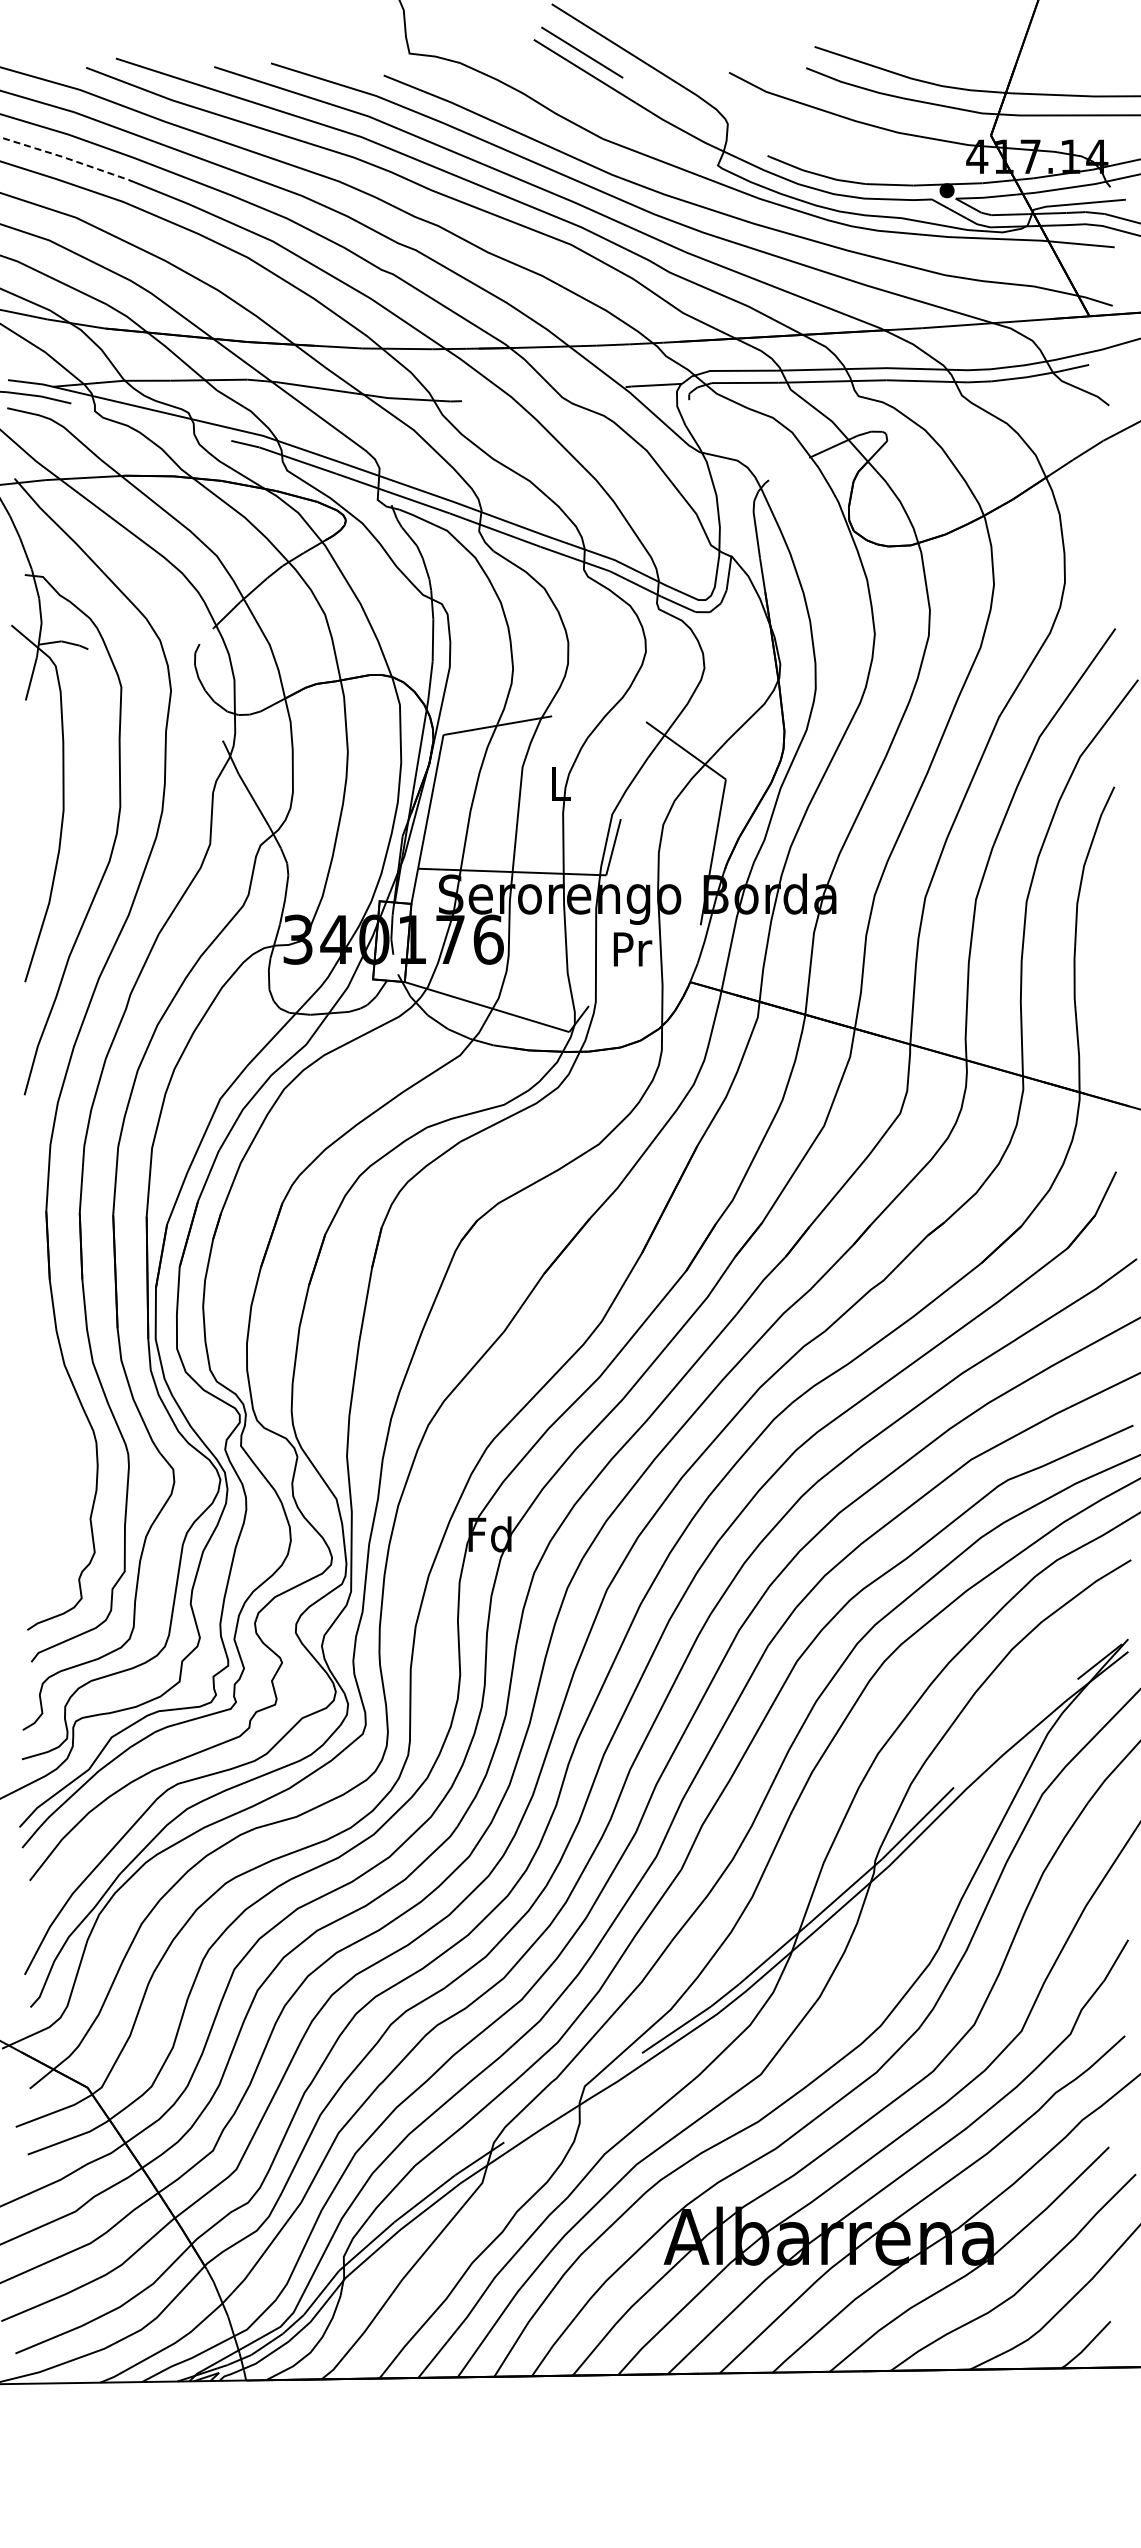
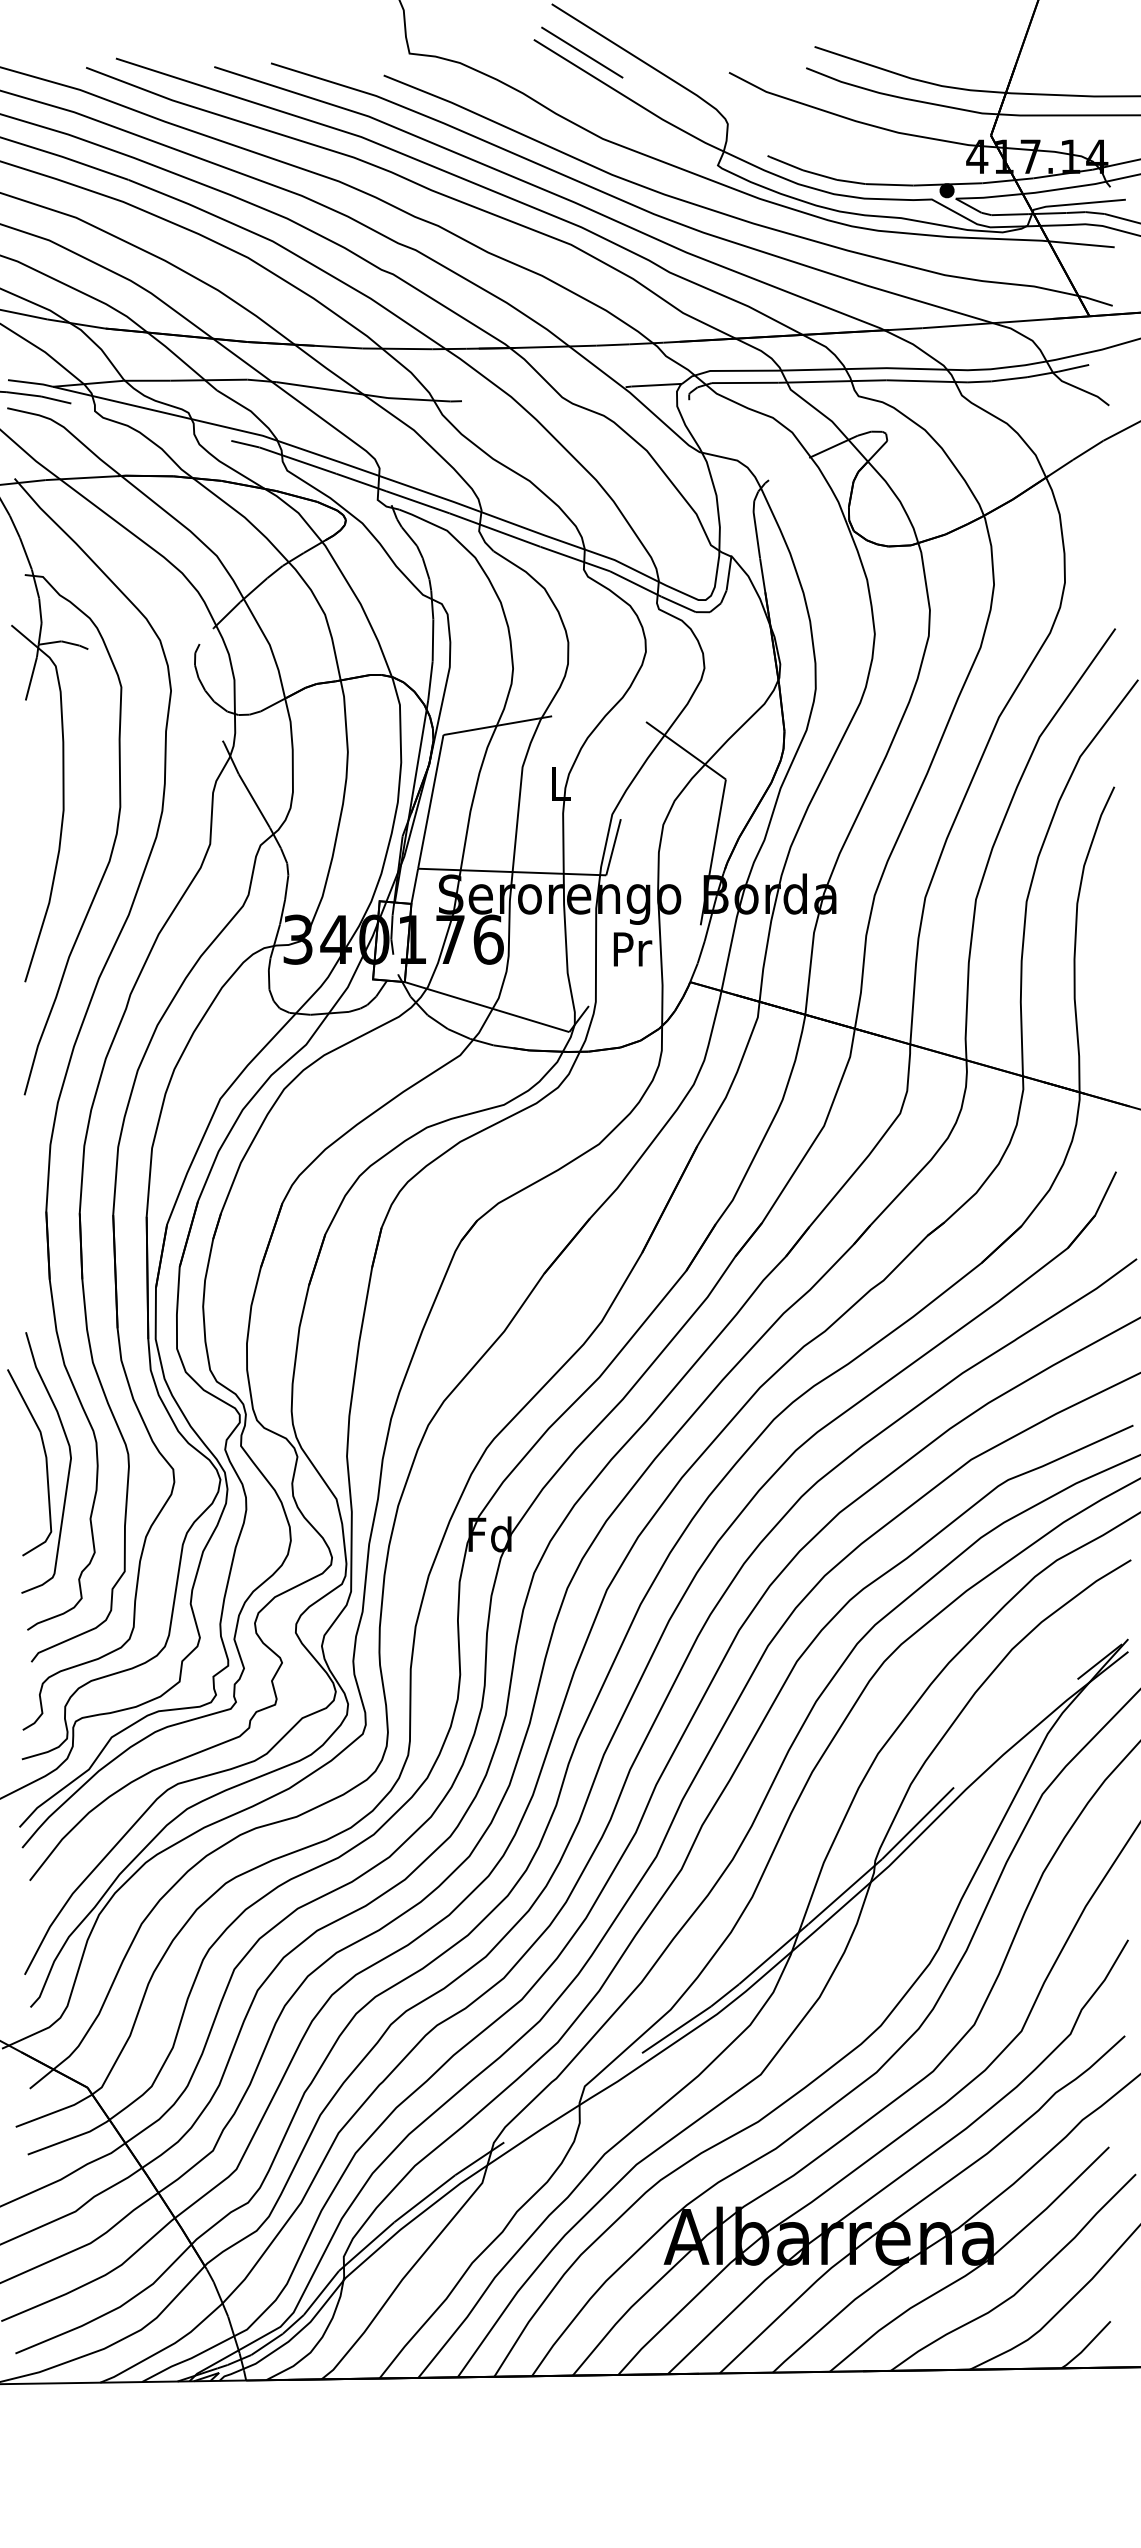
line at (65, 157): dashed -> solid
part at (39, 1462): none -> present
